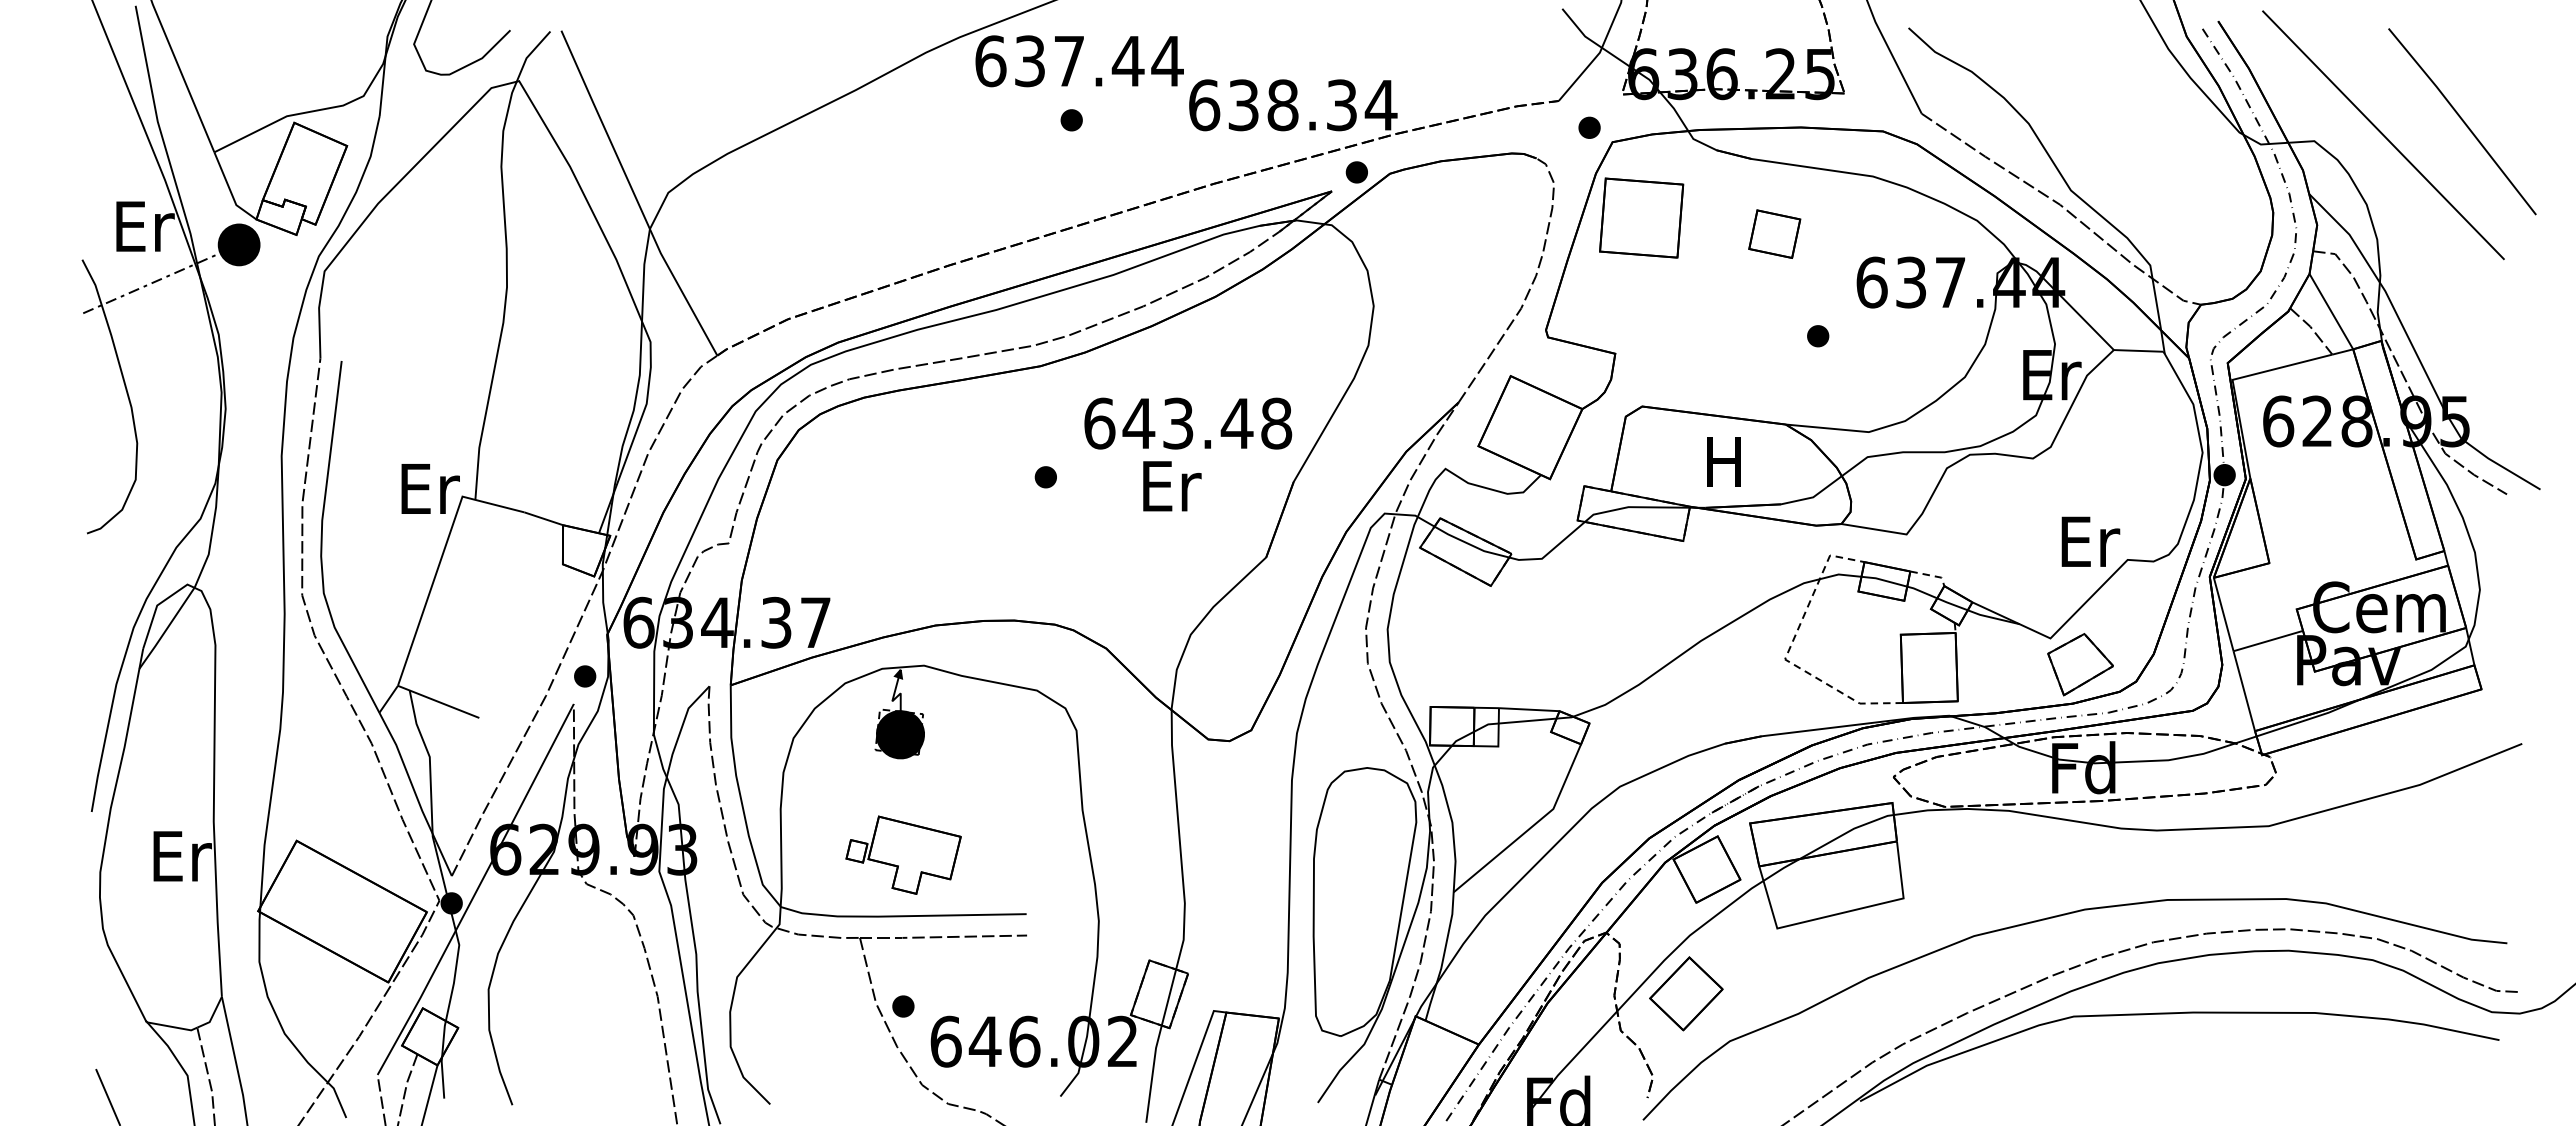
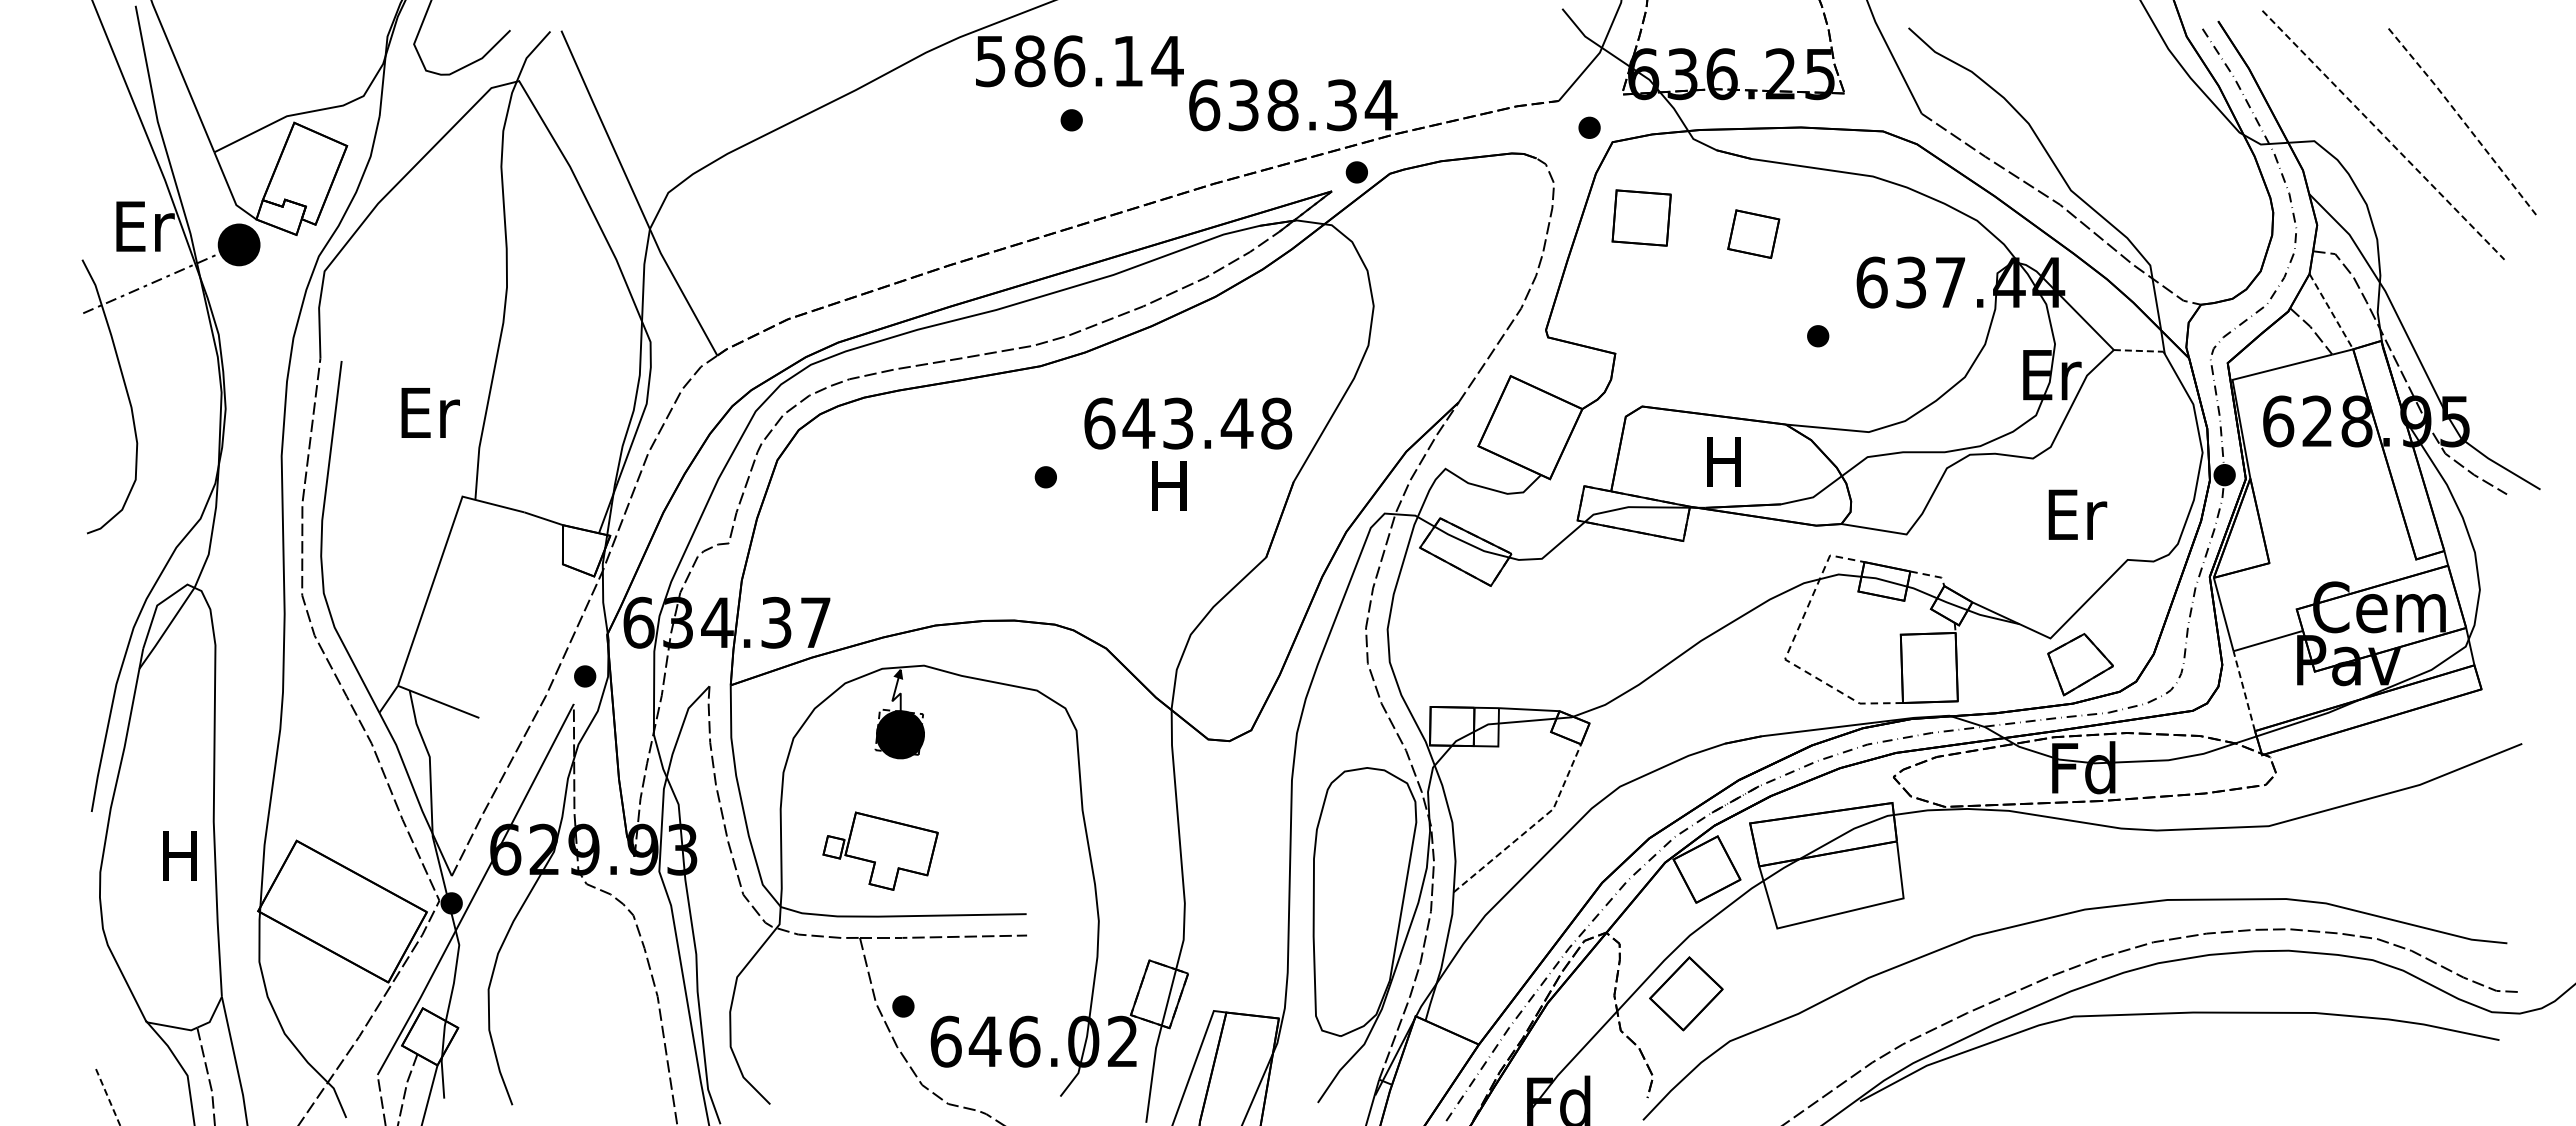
text at (1059, 61): 637.44 -> 586.14
line at (2462, 120): solid -> dashed
line at (2383, 135): solid -> dashed
part at (1641, 217) size: 86x82 px -> 61x58 px
part at (1774, 233) position: (1774, 233) -> (1753, 233)
line at (2331, 311): solid -> dashed
line at (2138, 350): solid -> dashed
text at (1172, 486): Er -> H
text at (430, 488) position: (430, 488) -> (430, 412)
text at (2090, 541) position: (2090, 541) -> (2077, 514)
line at (2244, 690): solid -> dashed
line at (1531, 827): solid -> dashed
part at (903, 854) position: (903, 854) -> (880, 850)
text at (182, 856): Er -> H
line at (108, 1097): solid -> dashed
